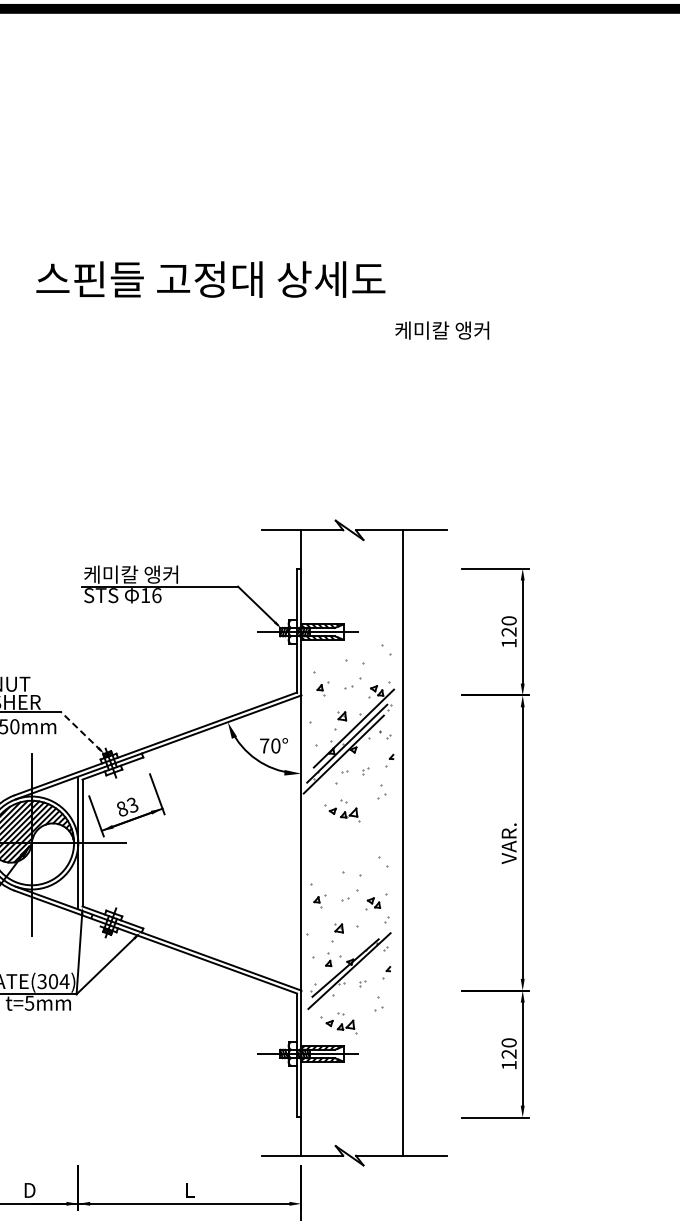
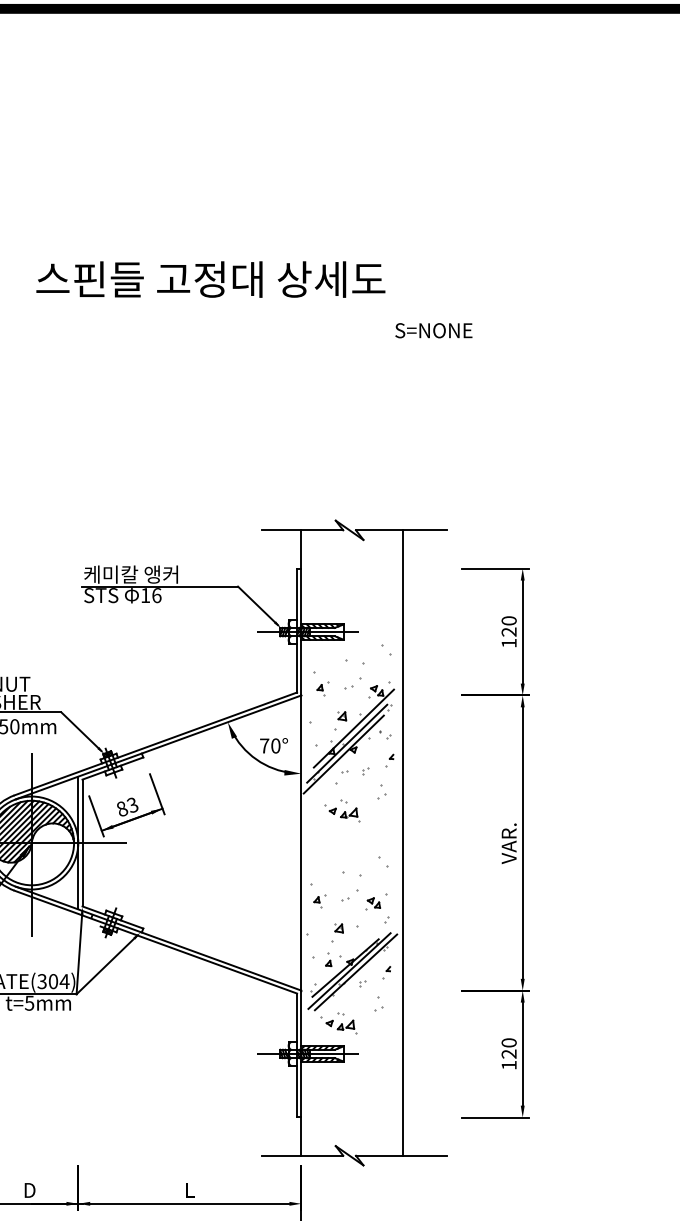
text at (442, 330): 케미칼 앵커 -> S=NONE
line at (81, 731): dashed -> solid
line at (355, 972): none -> present
